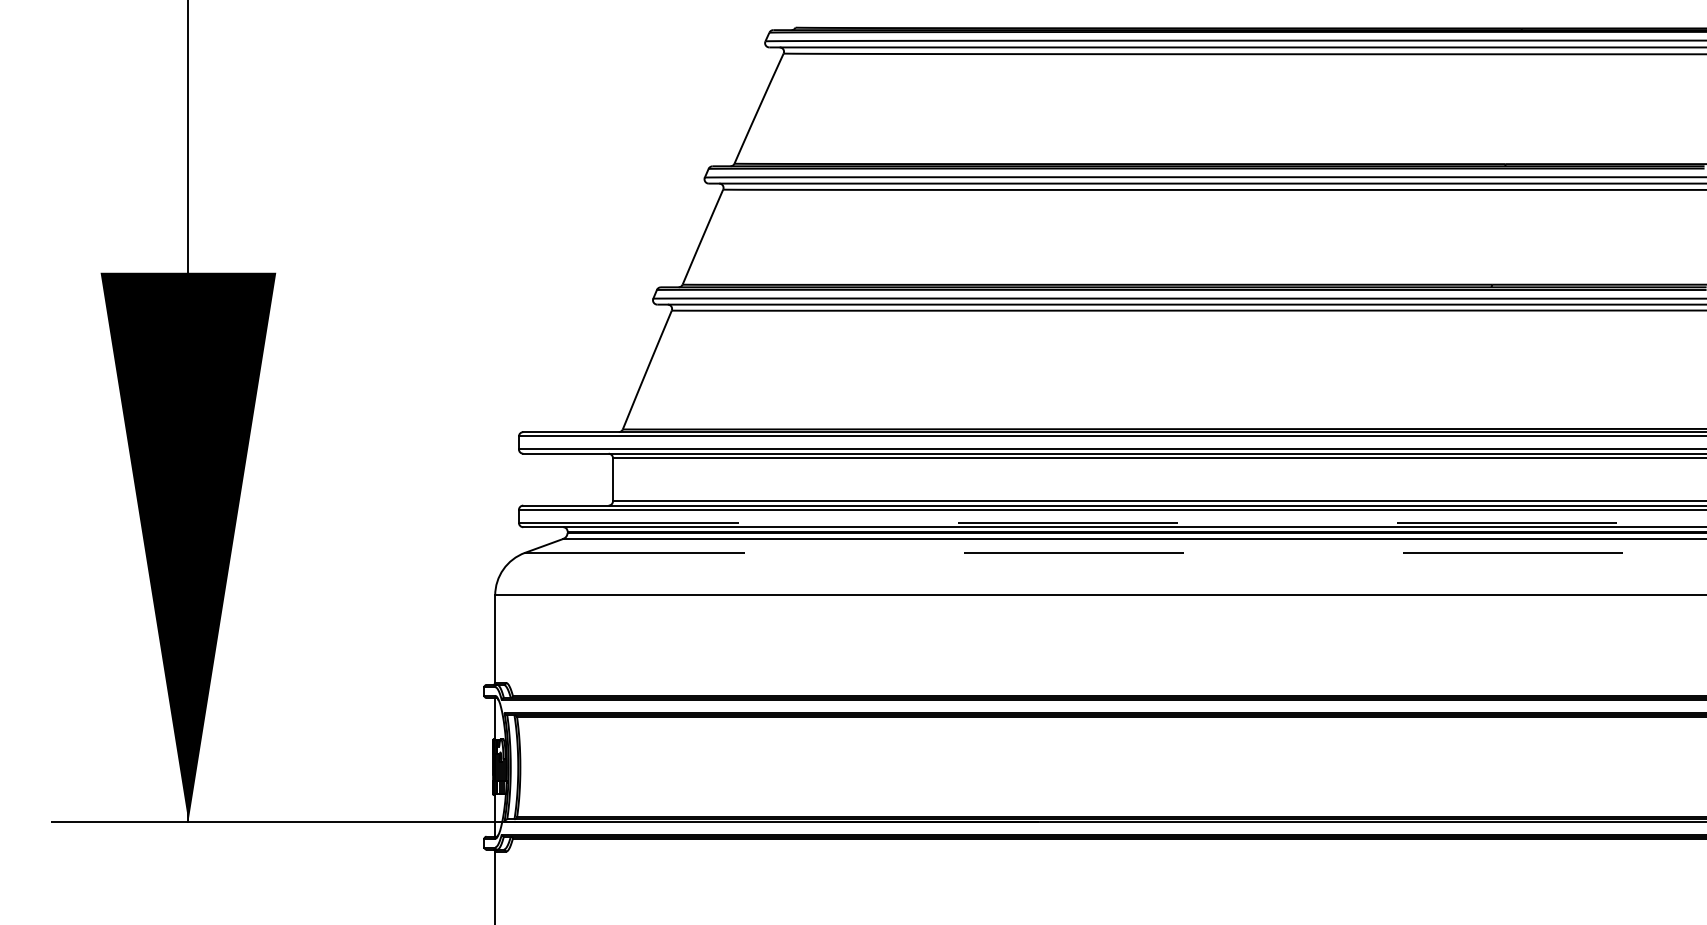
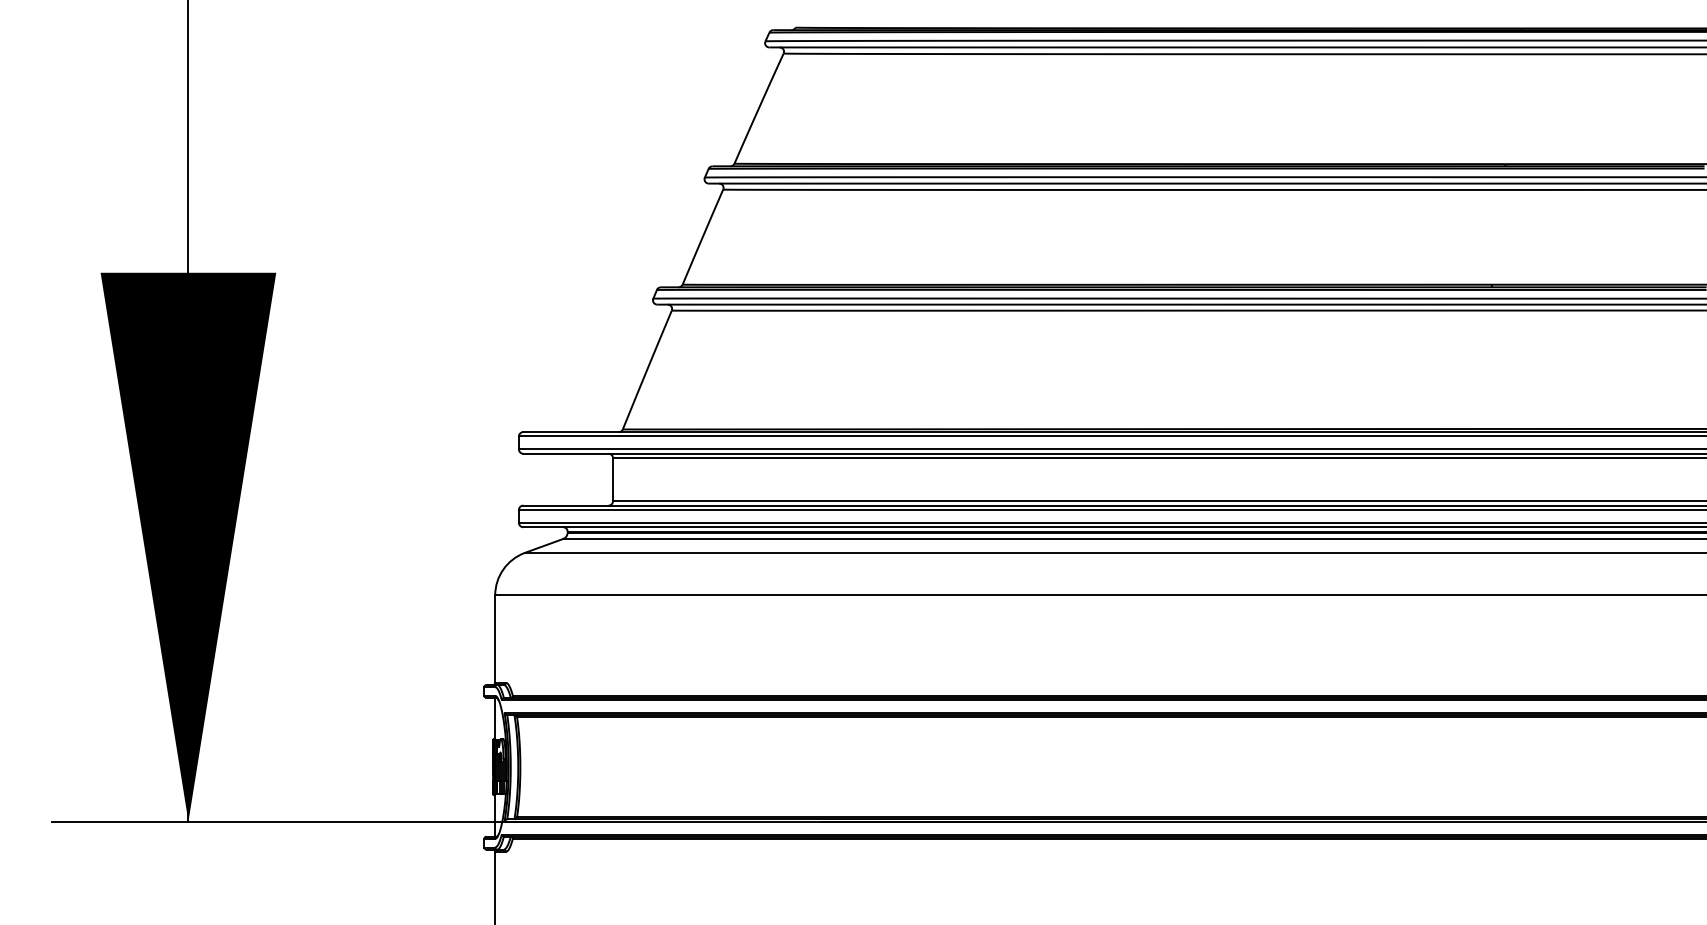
line at (1112, 522): dashed -> solid
line at (1115, 552): dashed -> solid
